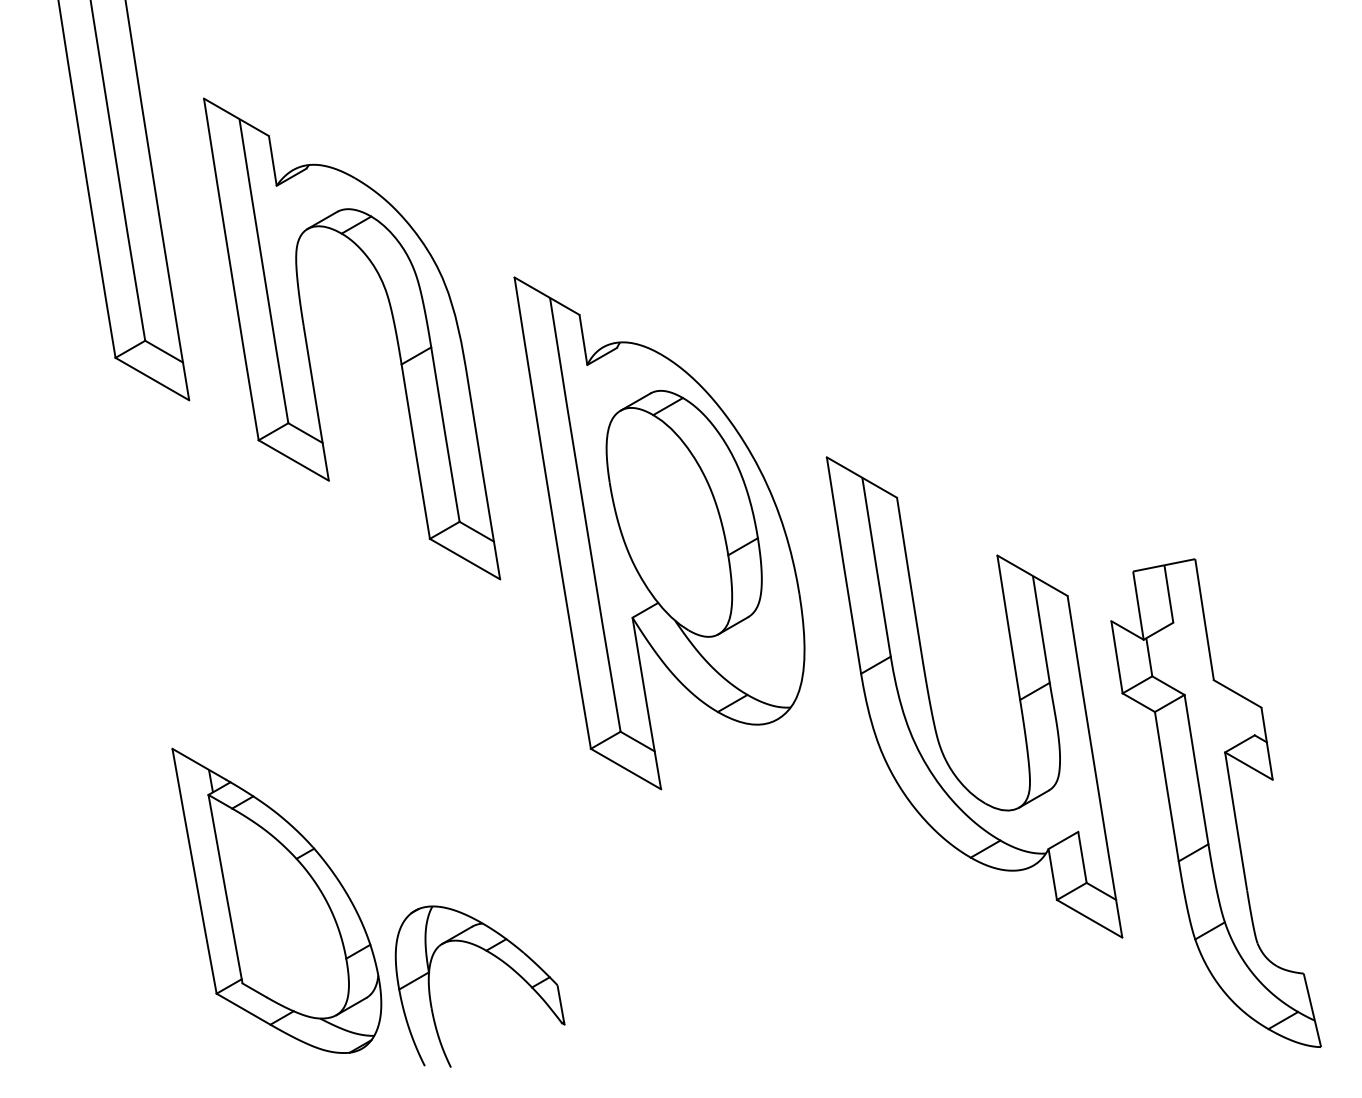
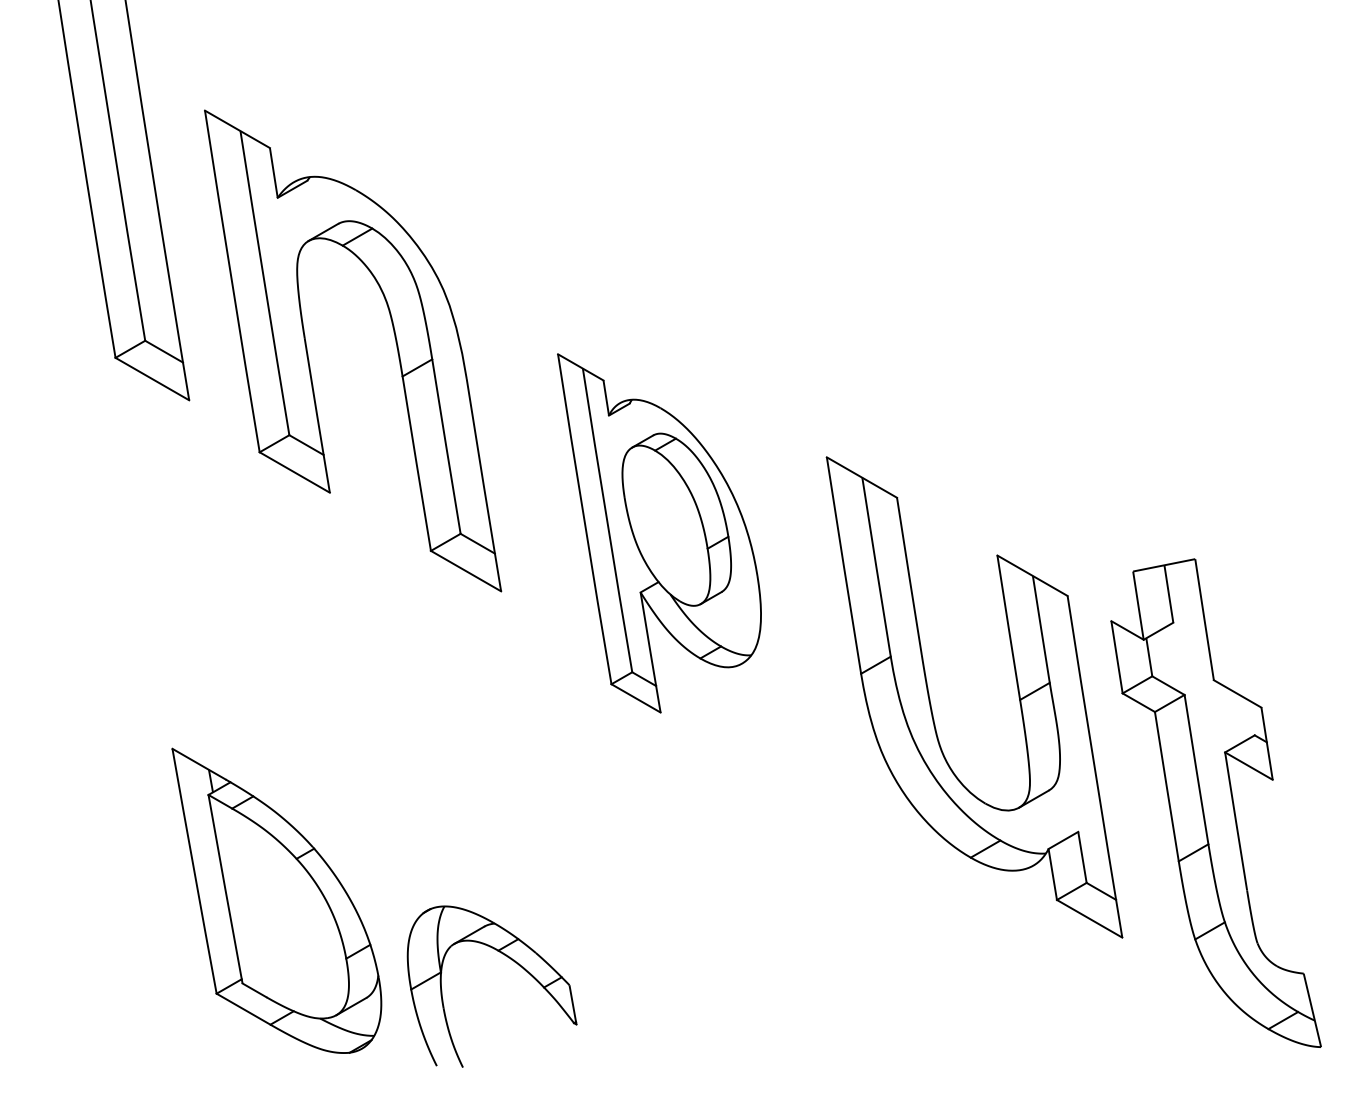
part at (394, 330) position: (394, 330) -> (395, 342)
part at (659, 533) size: 293x515 px -> 205x361 px
part at (496, 958) position: (496, 958) -> (508, 958)
